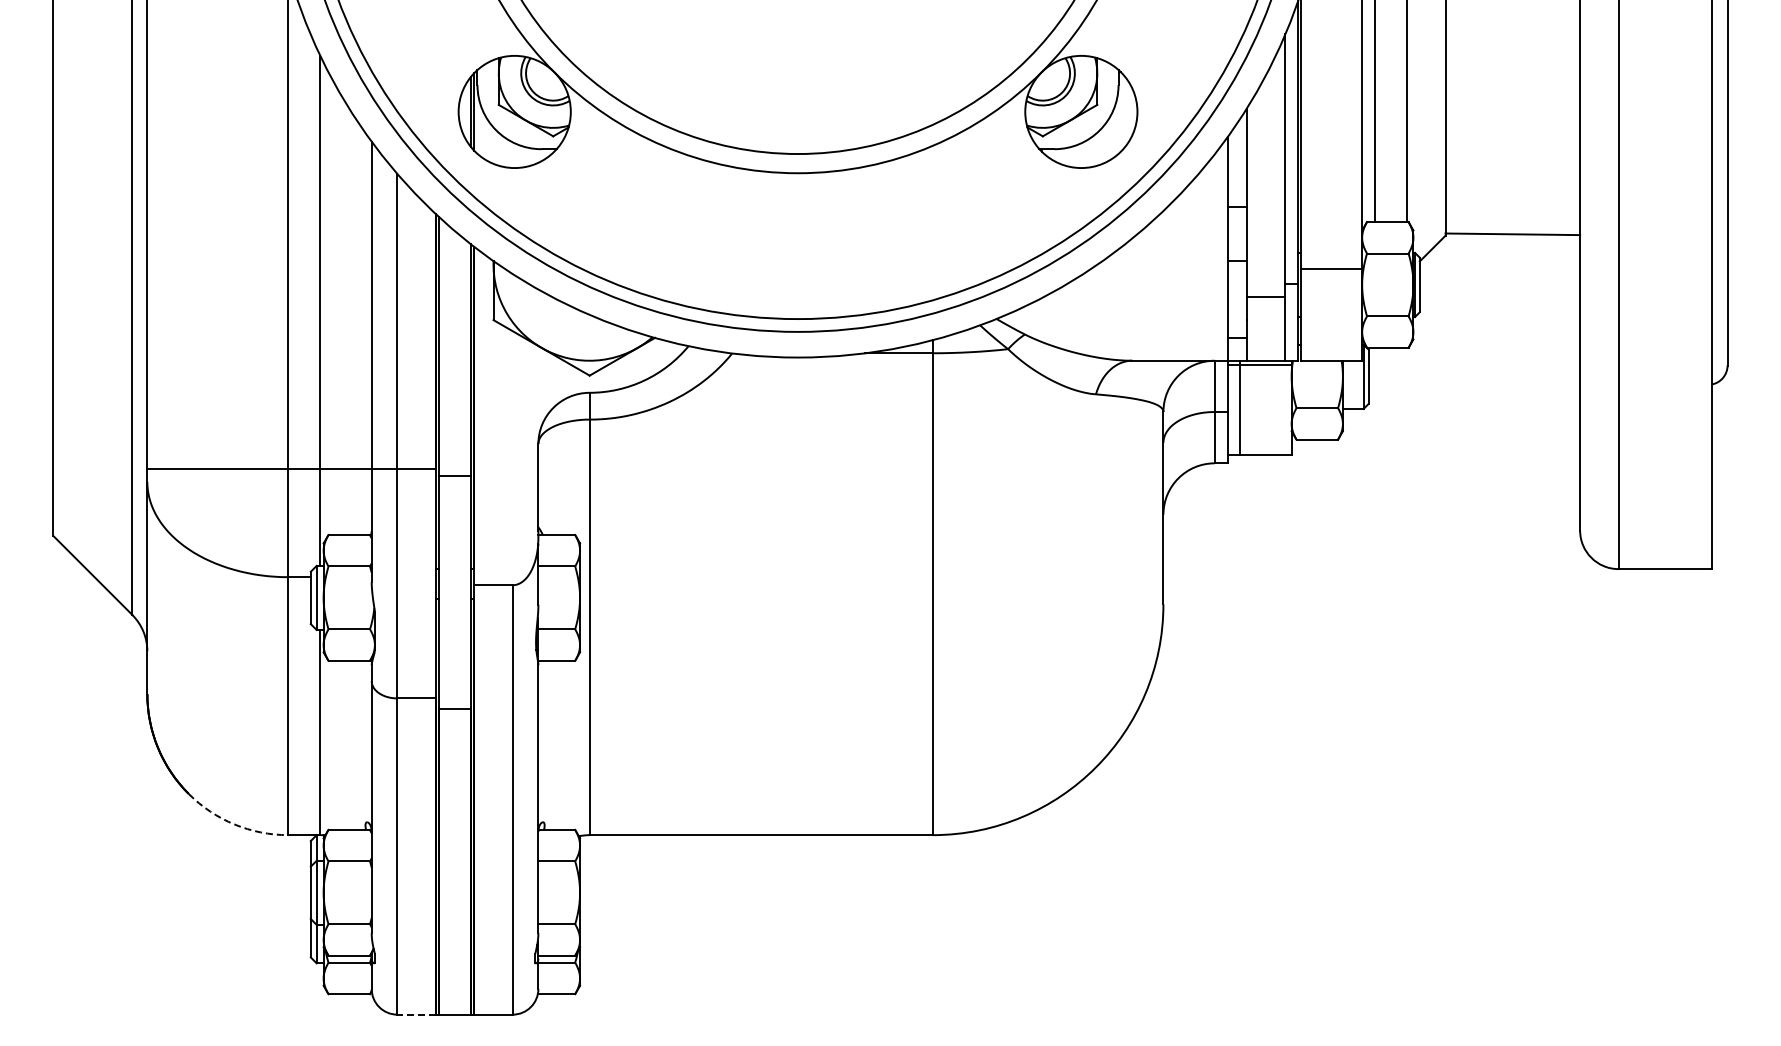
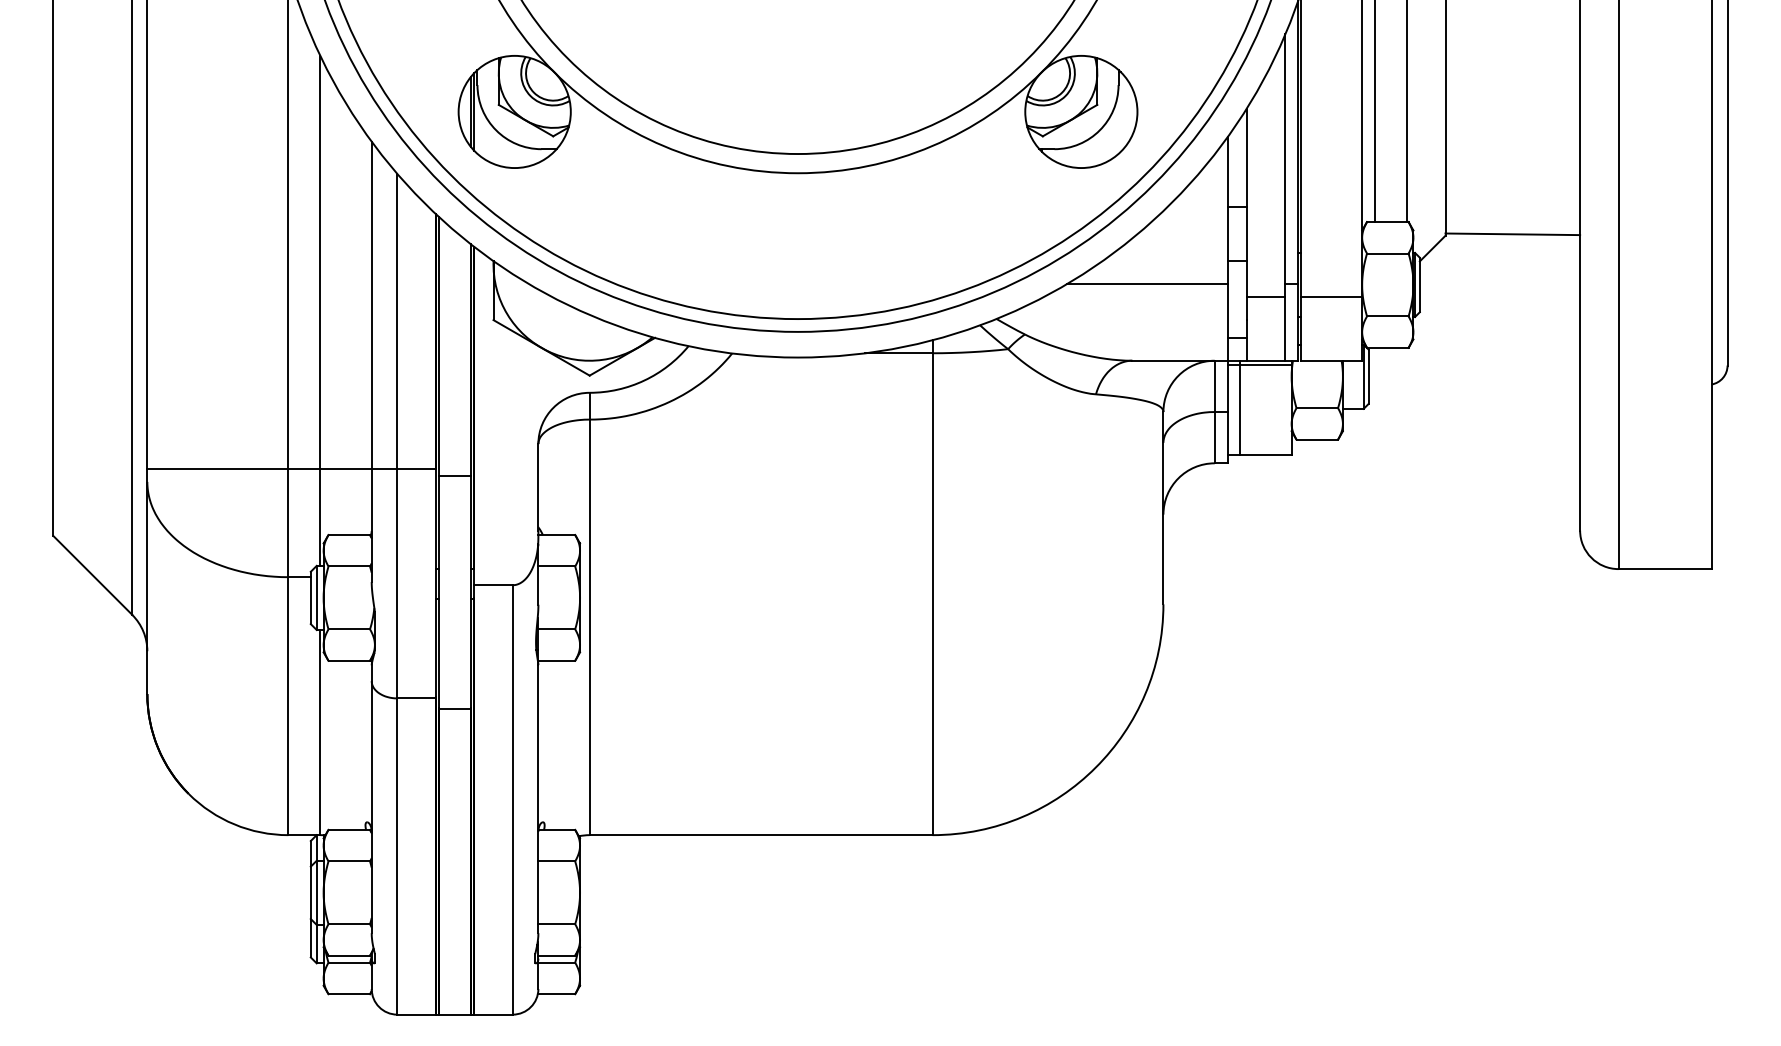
line at (1331, 268) position: (1331, 268) -> (1331, 296)
line at (1147, 283): none -> present
arc at (234, 824): dashed -> solid
line at (416, 1014): dashed -> solid
